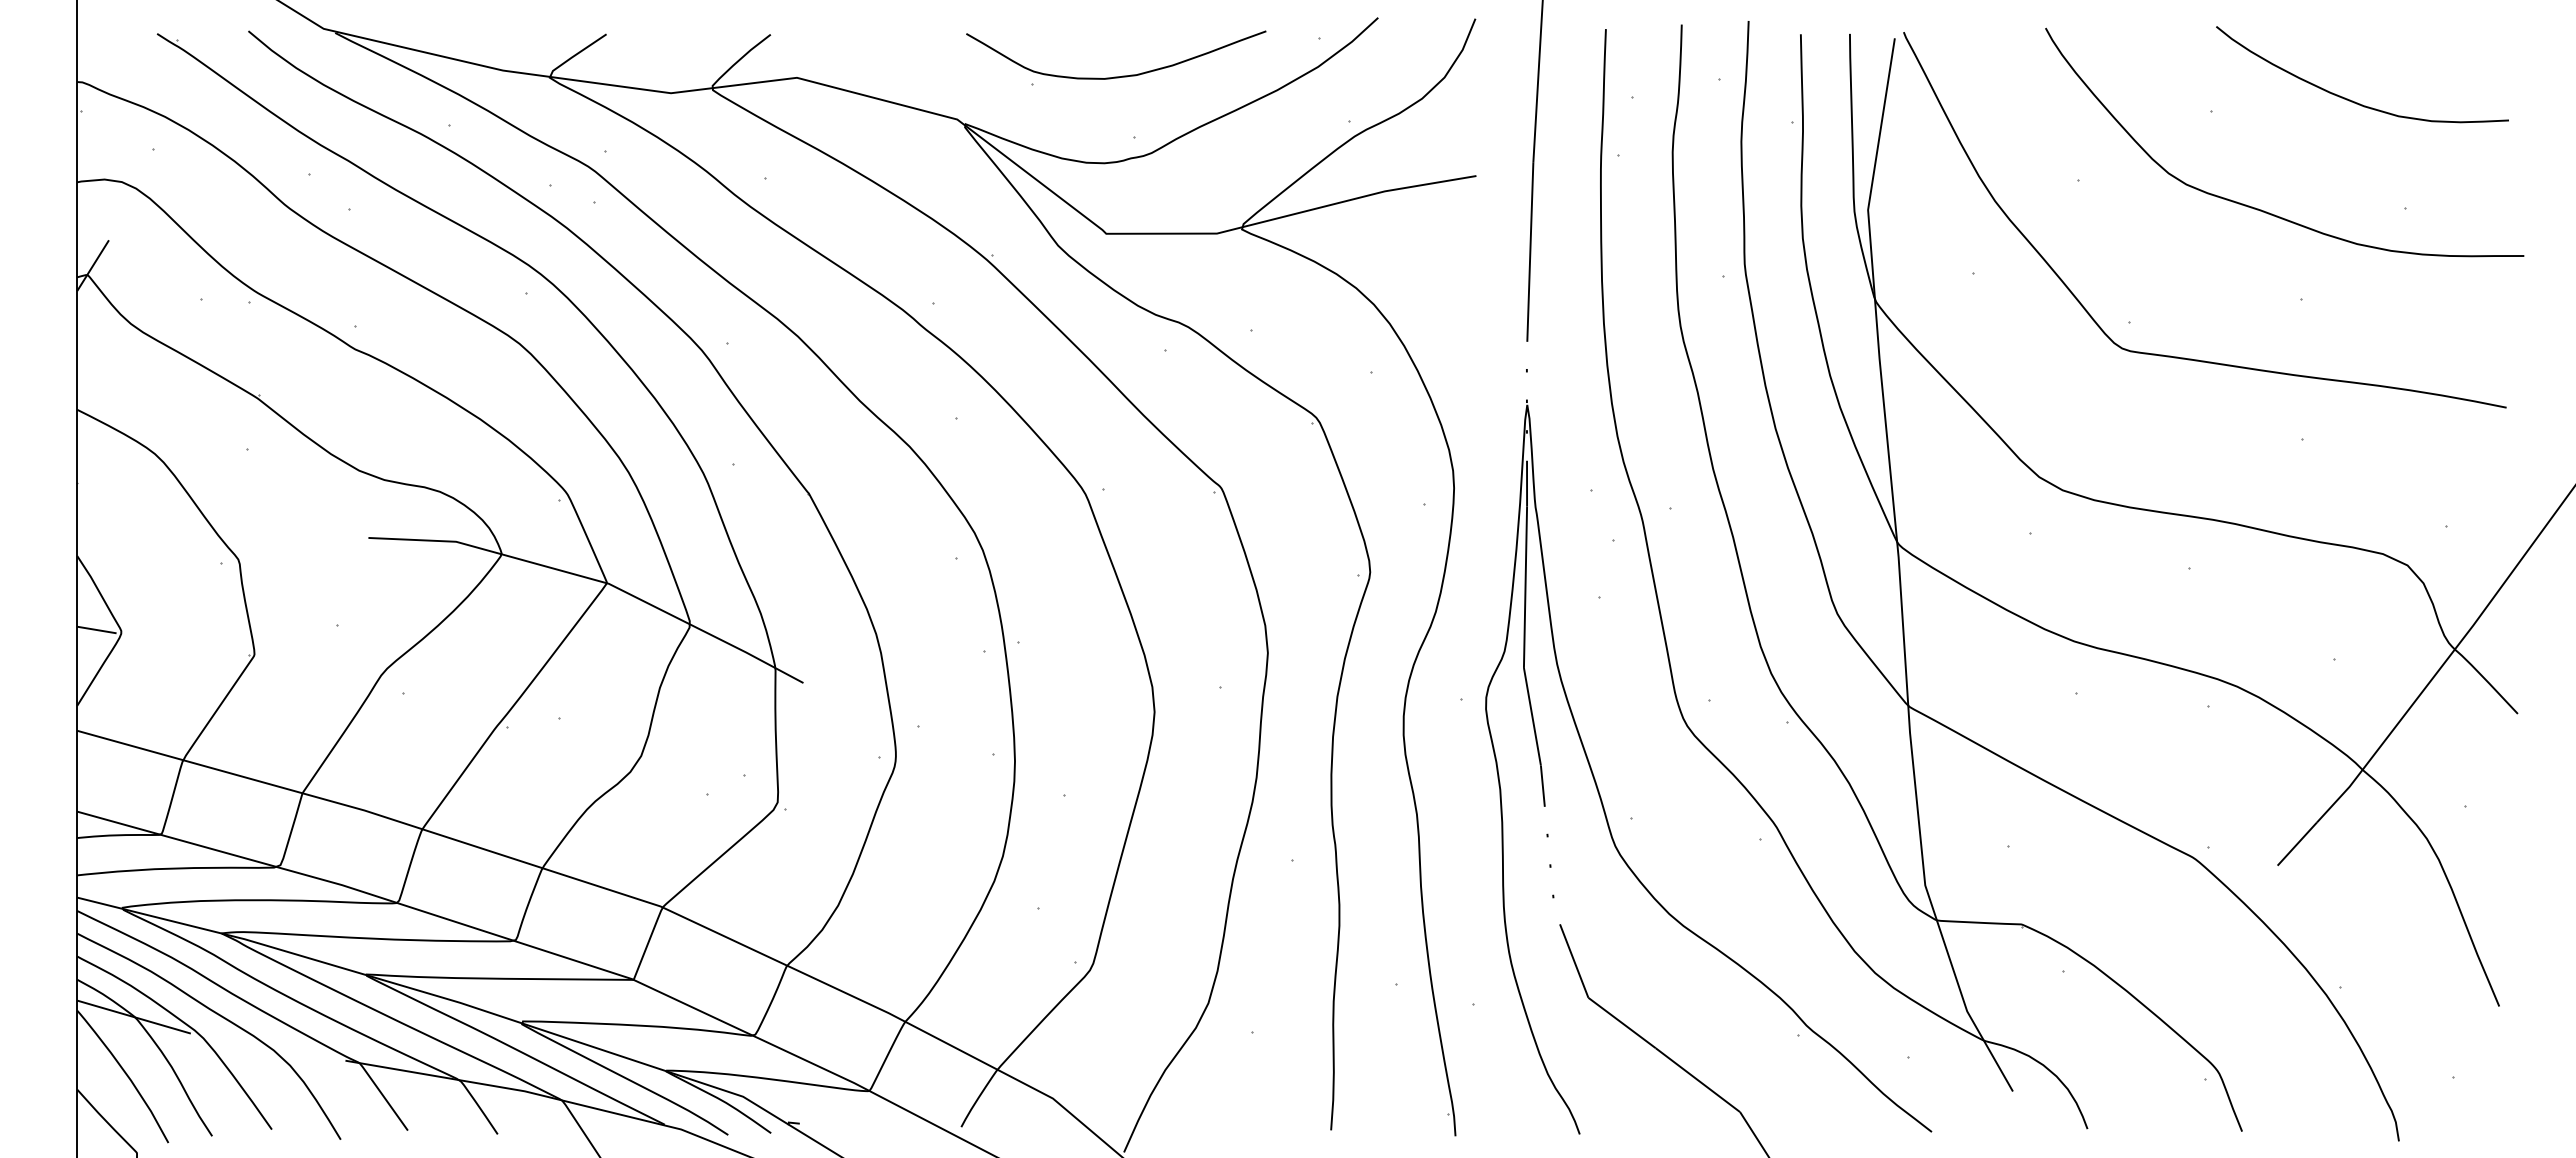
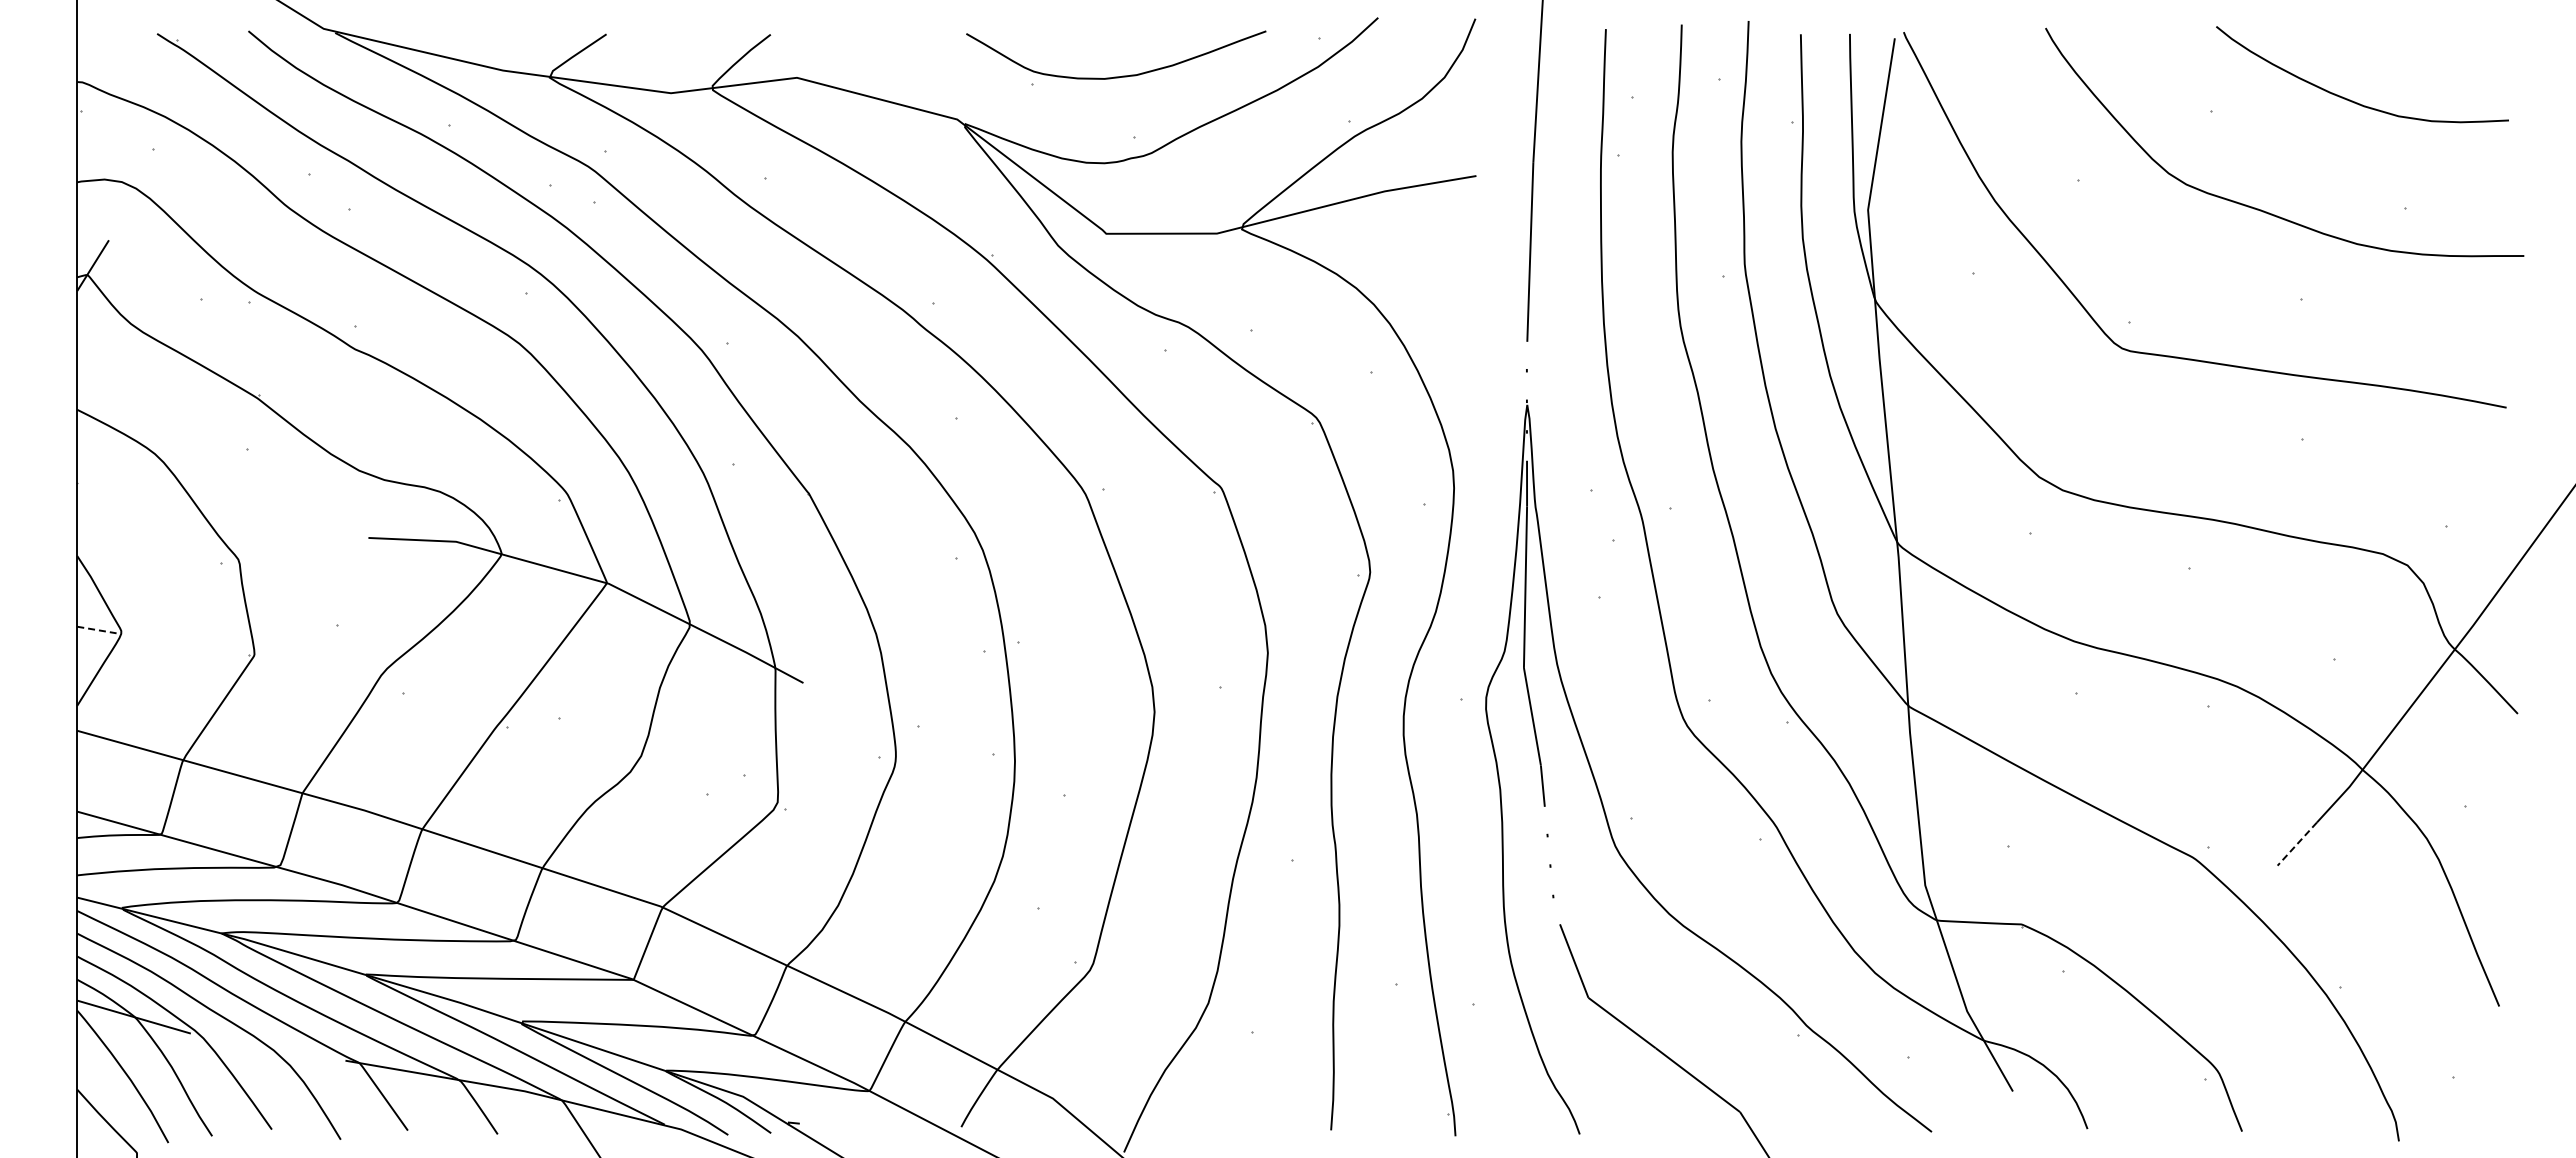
line at (96, 630): solid -> dashed
line at (2296, 844): solid -> dashed
